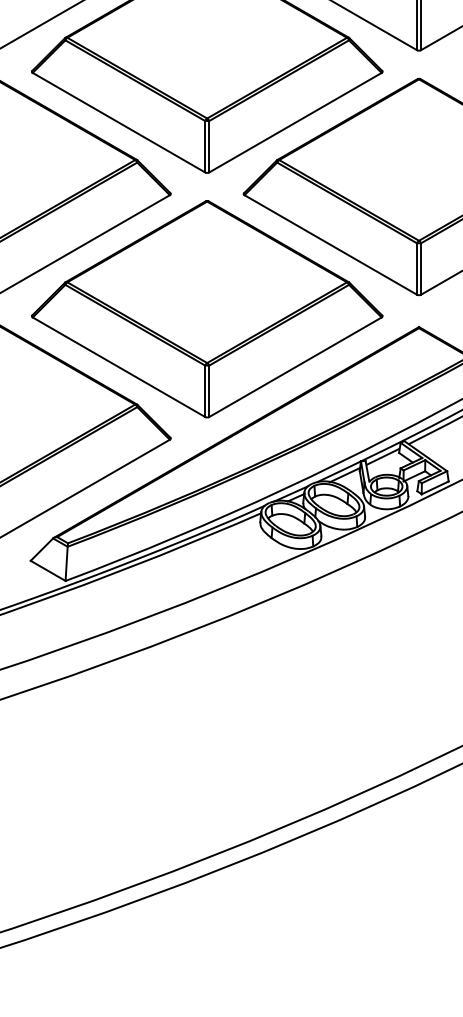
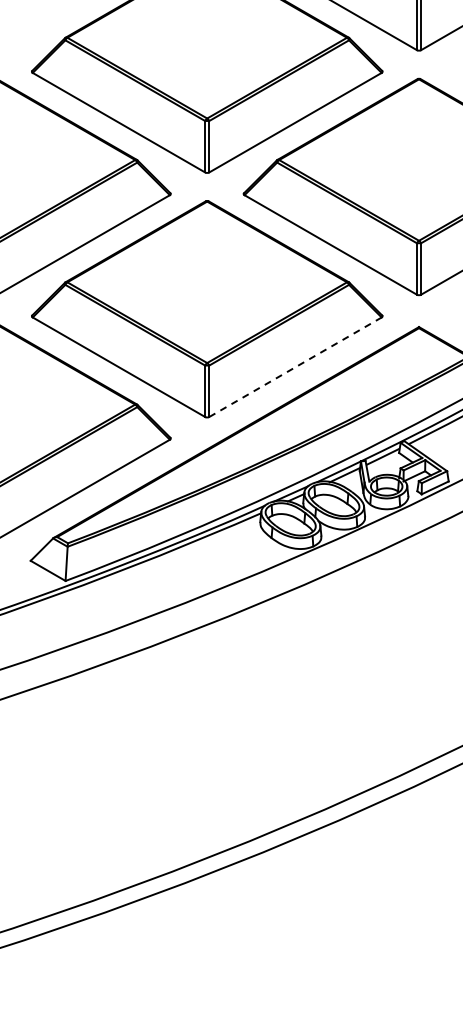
line at (41, 24): present -> none
line at (295, 367): solid -> dashed
